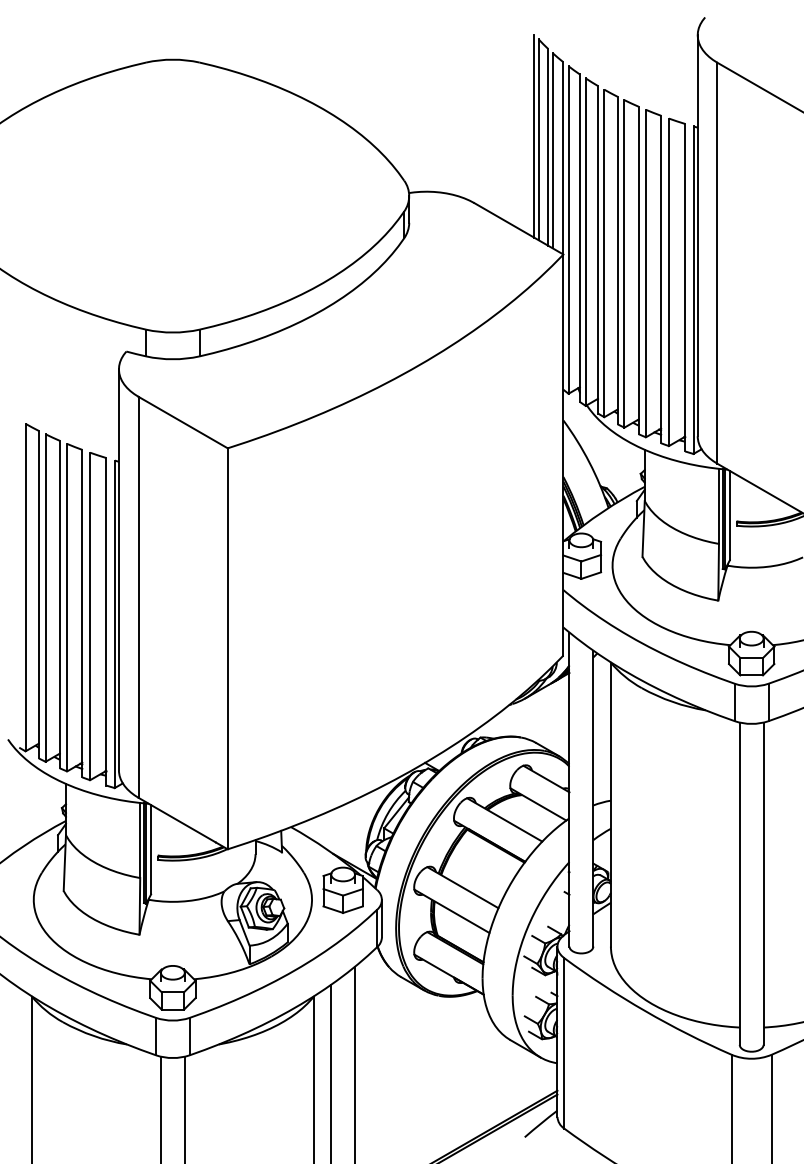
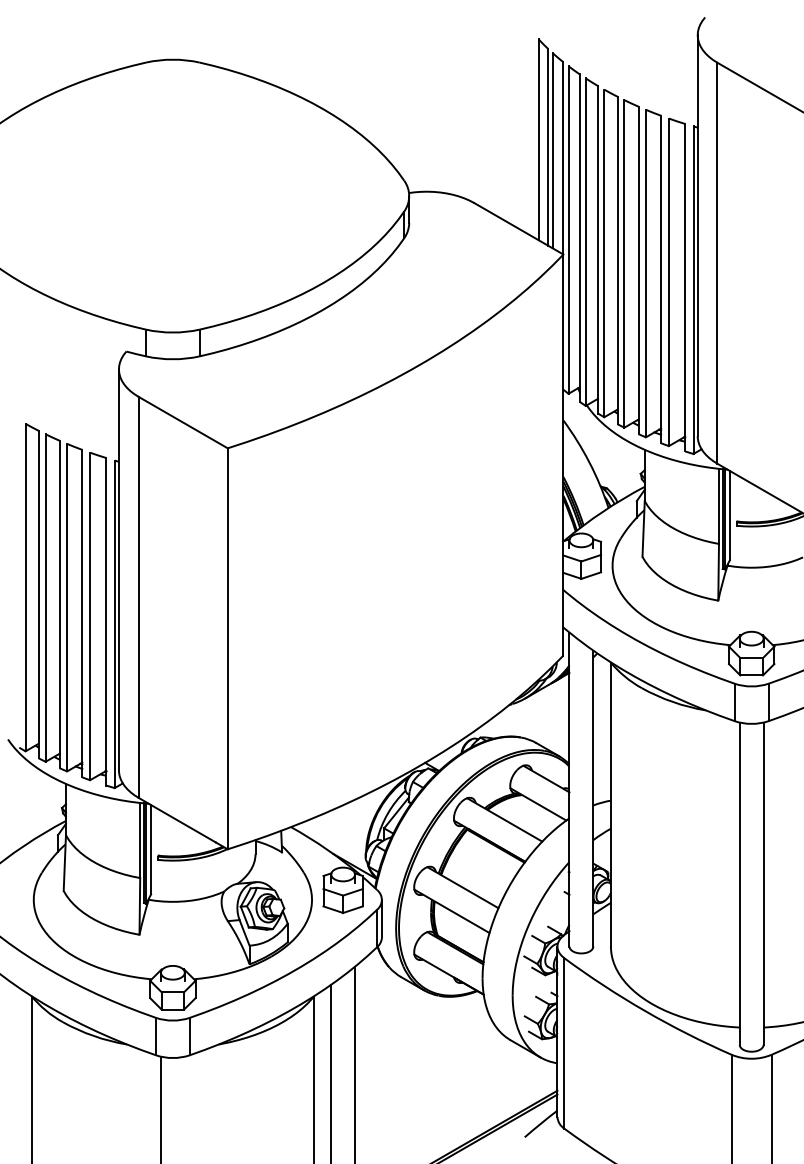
line at (534, 135): present -> none
line at (184, 1108): present -> none
